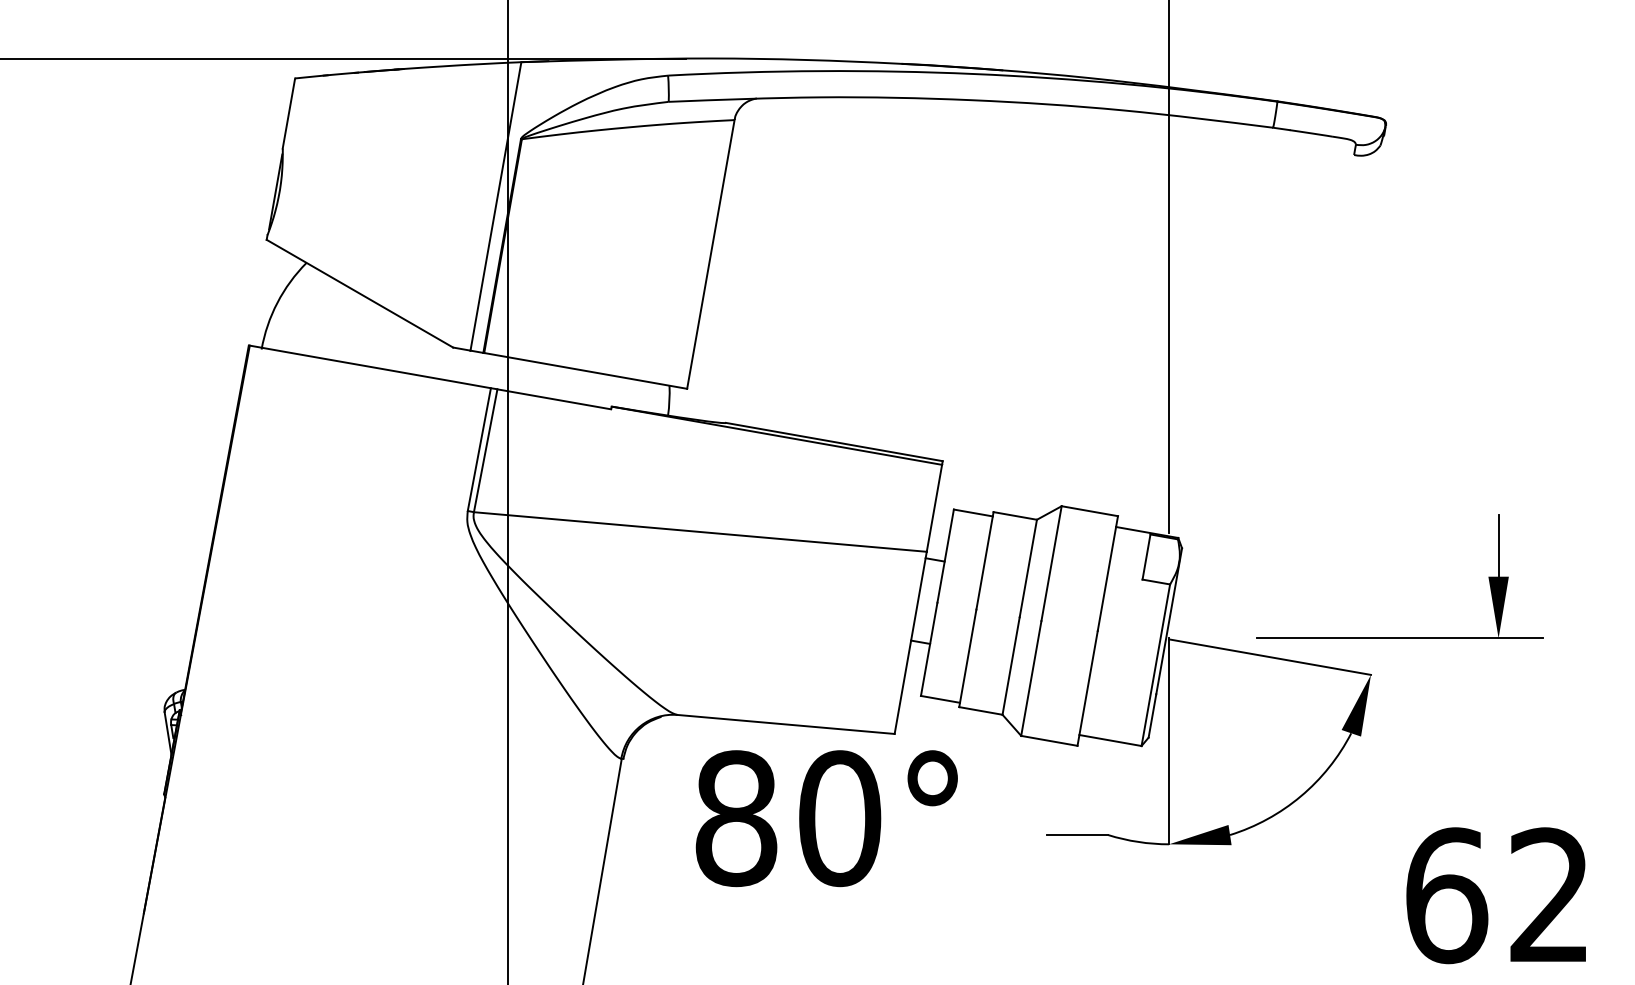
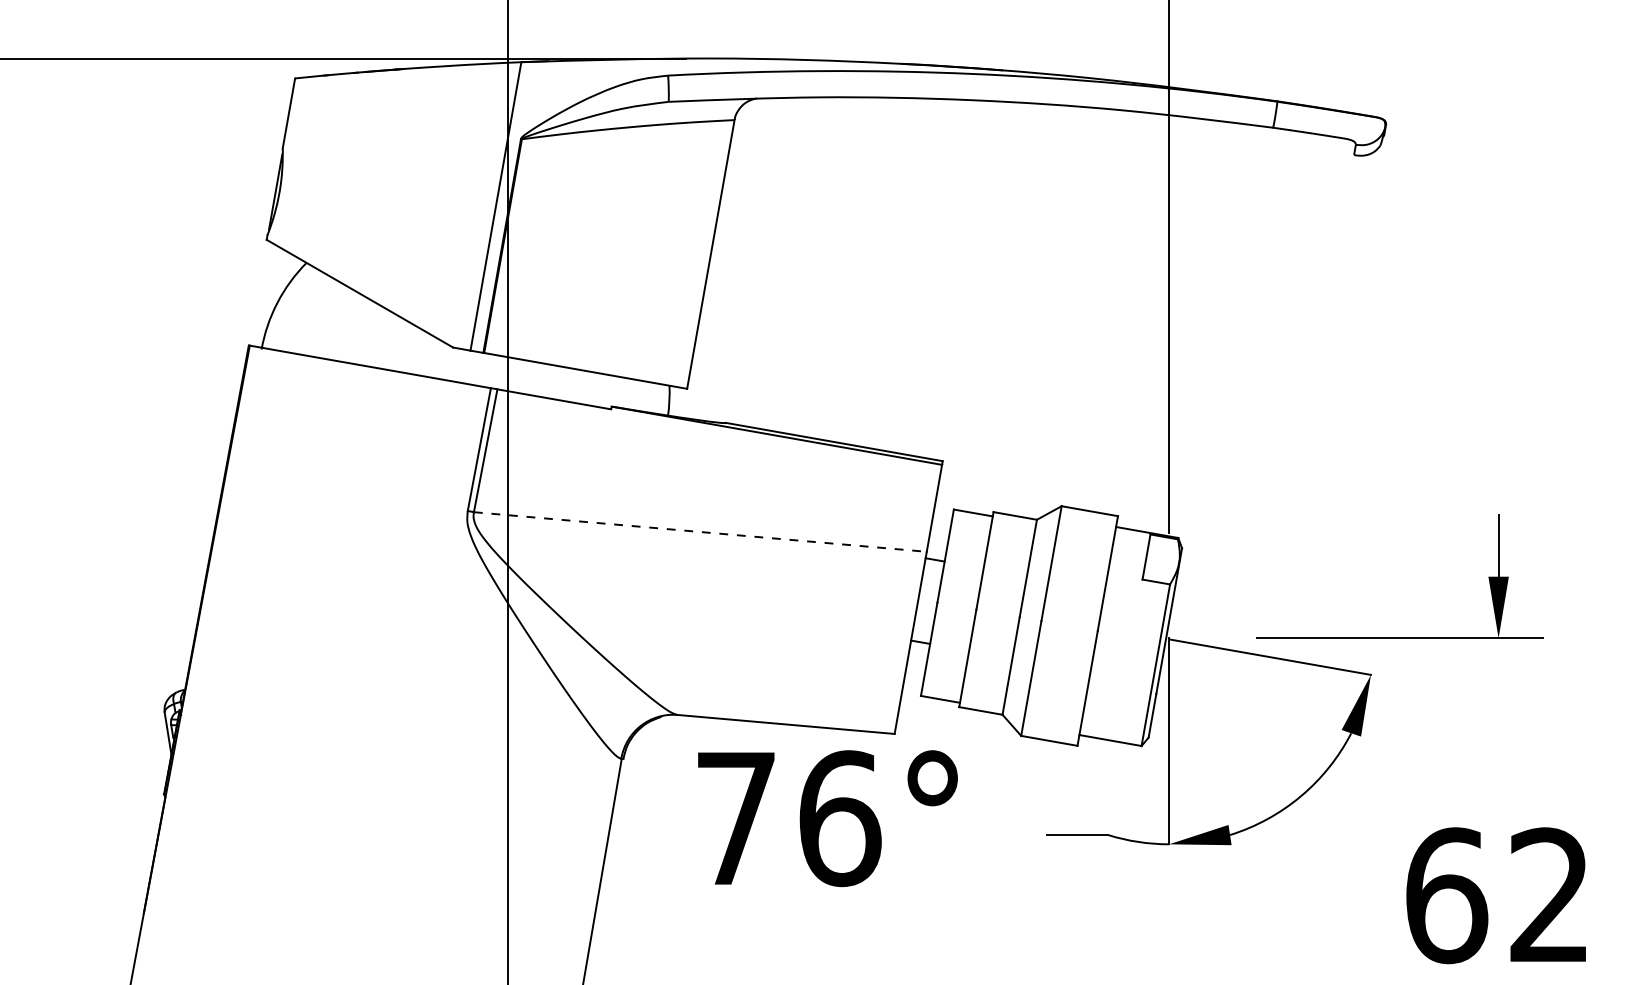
line at (700, 532): solid -> dashed
text at (788, 818): 80° -> 76°
